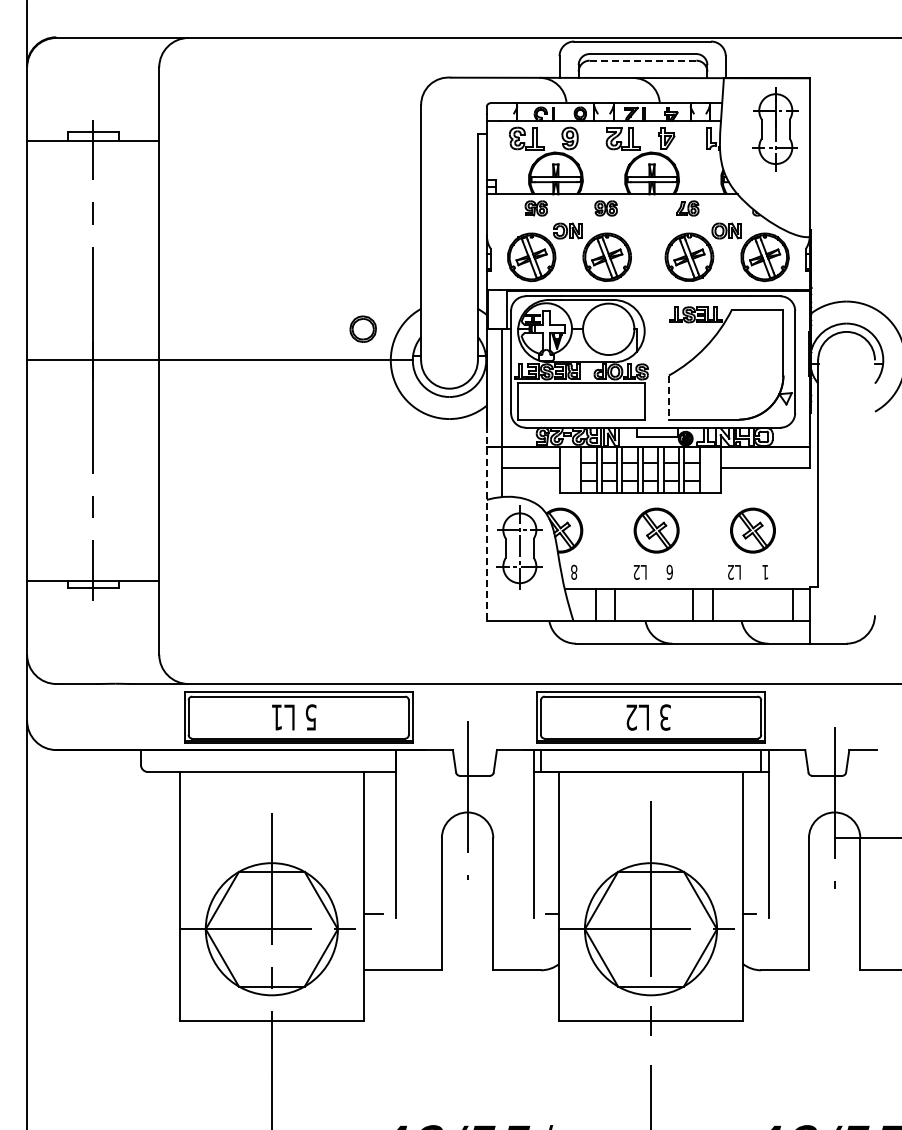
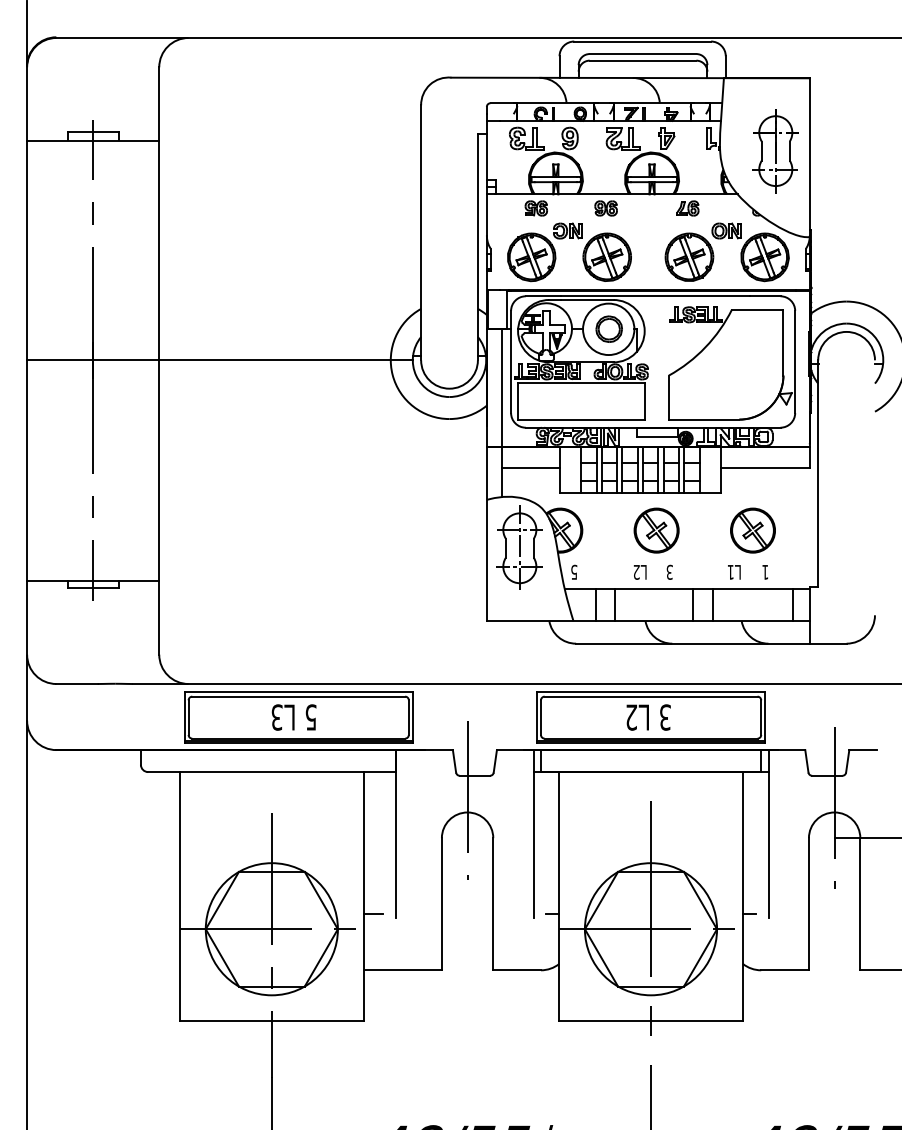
line at (642, 60): dashed -> solid
part at (775, 129) position: (775, 129) -> (775, 151)
part at (362, 328) position: (362, 328) -> (608, 328)
line at (668, 398): dashed -> solid
line at (486, 523): dashed -> solid
text at (574, 571): 8 -> 5
text at (669, 571): 6 -> 3
text at (730, 572): L2 -> L1
text at (276, 717): L1 -> L3
